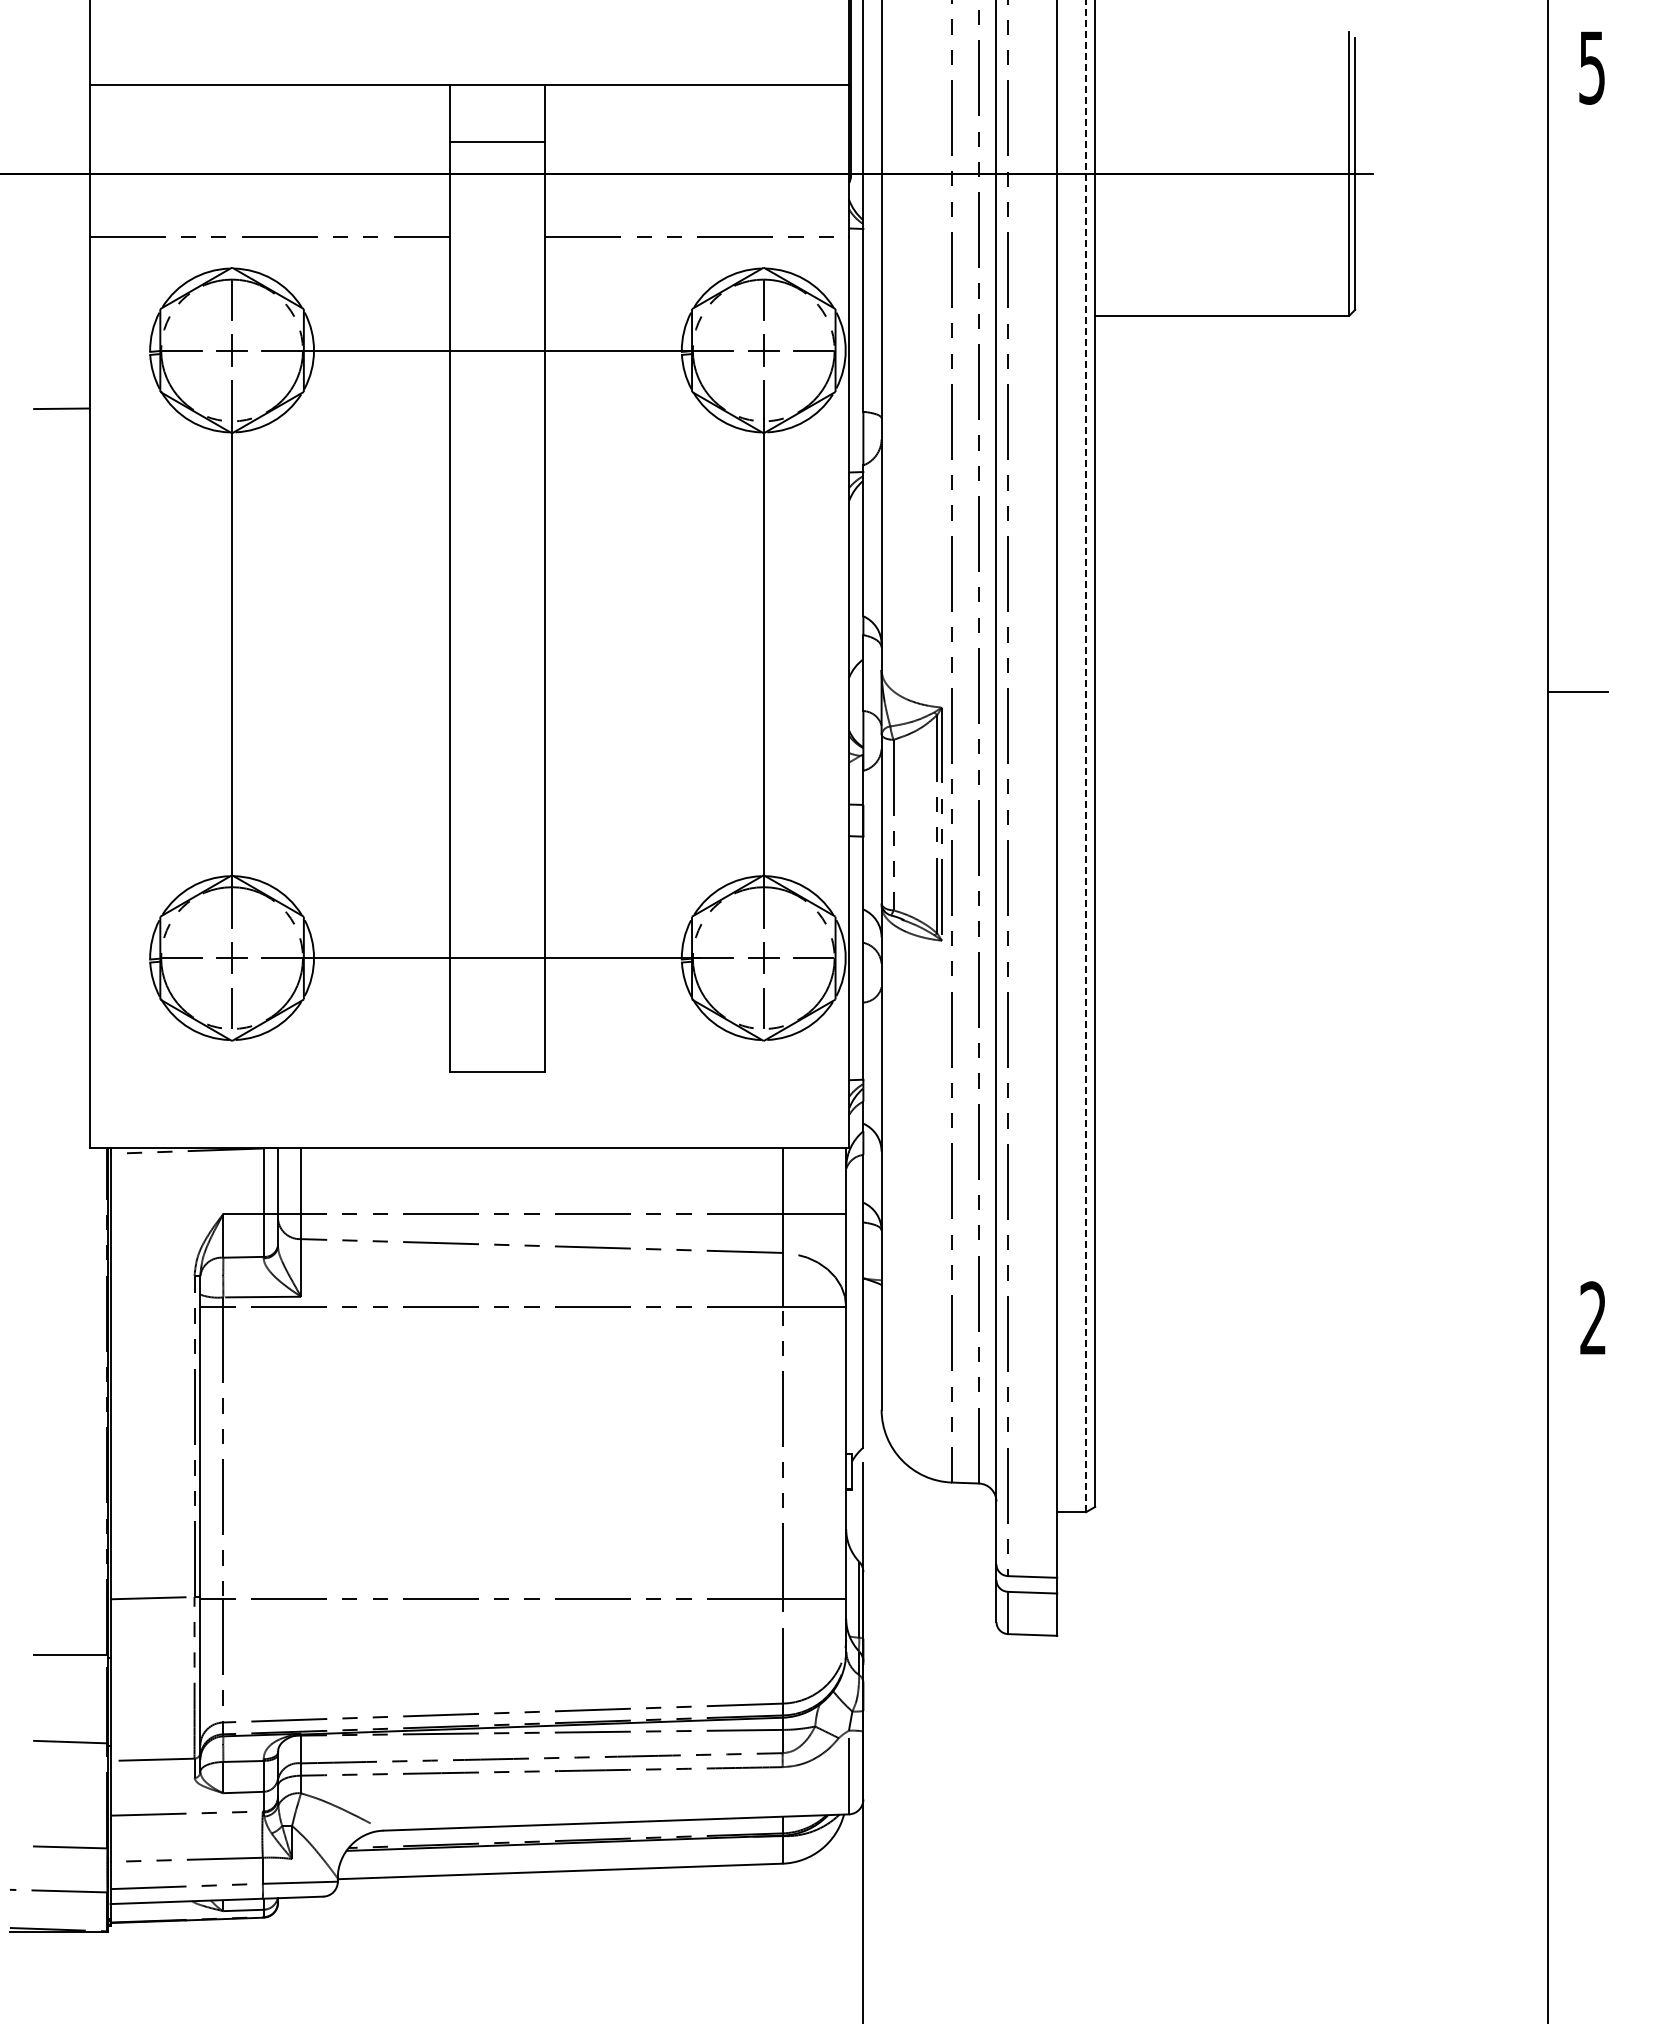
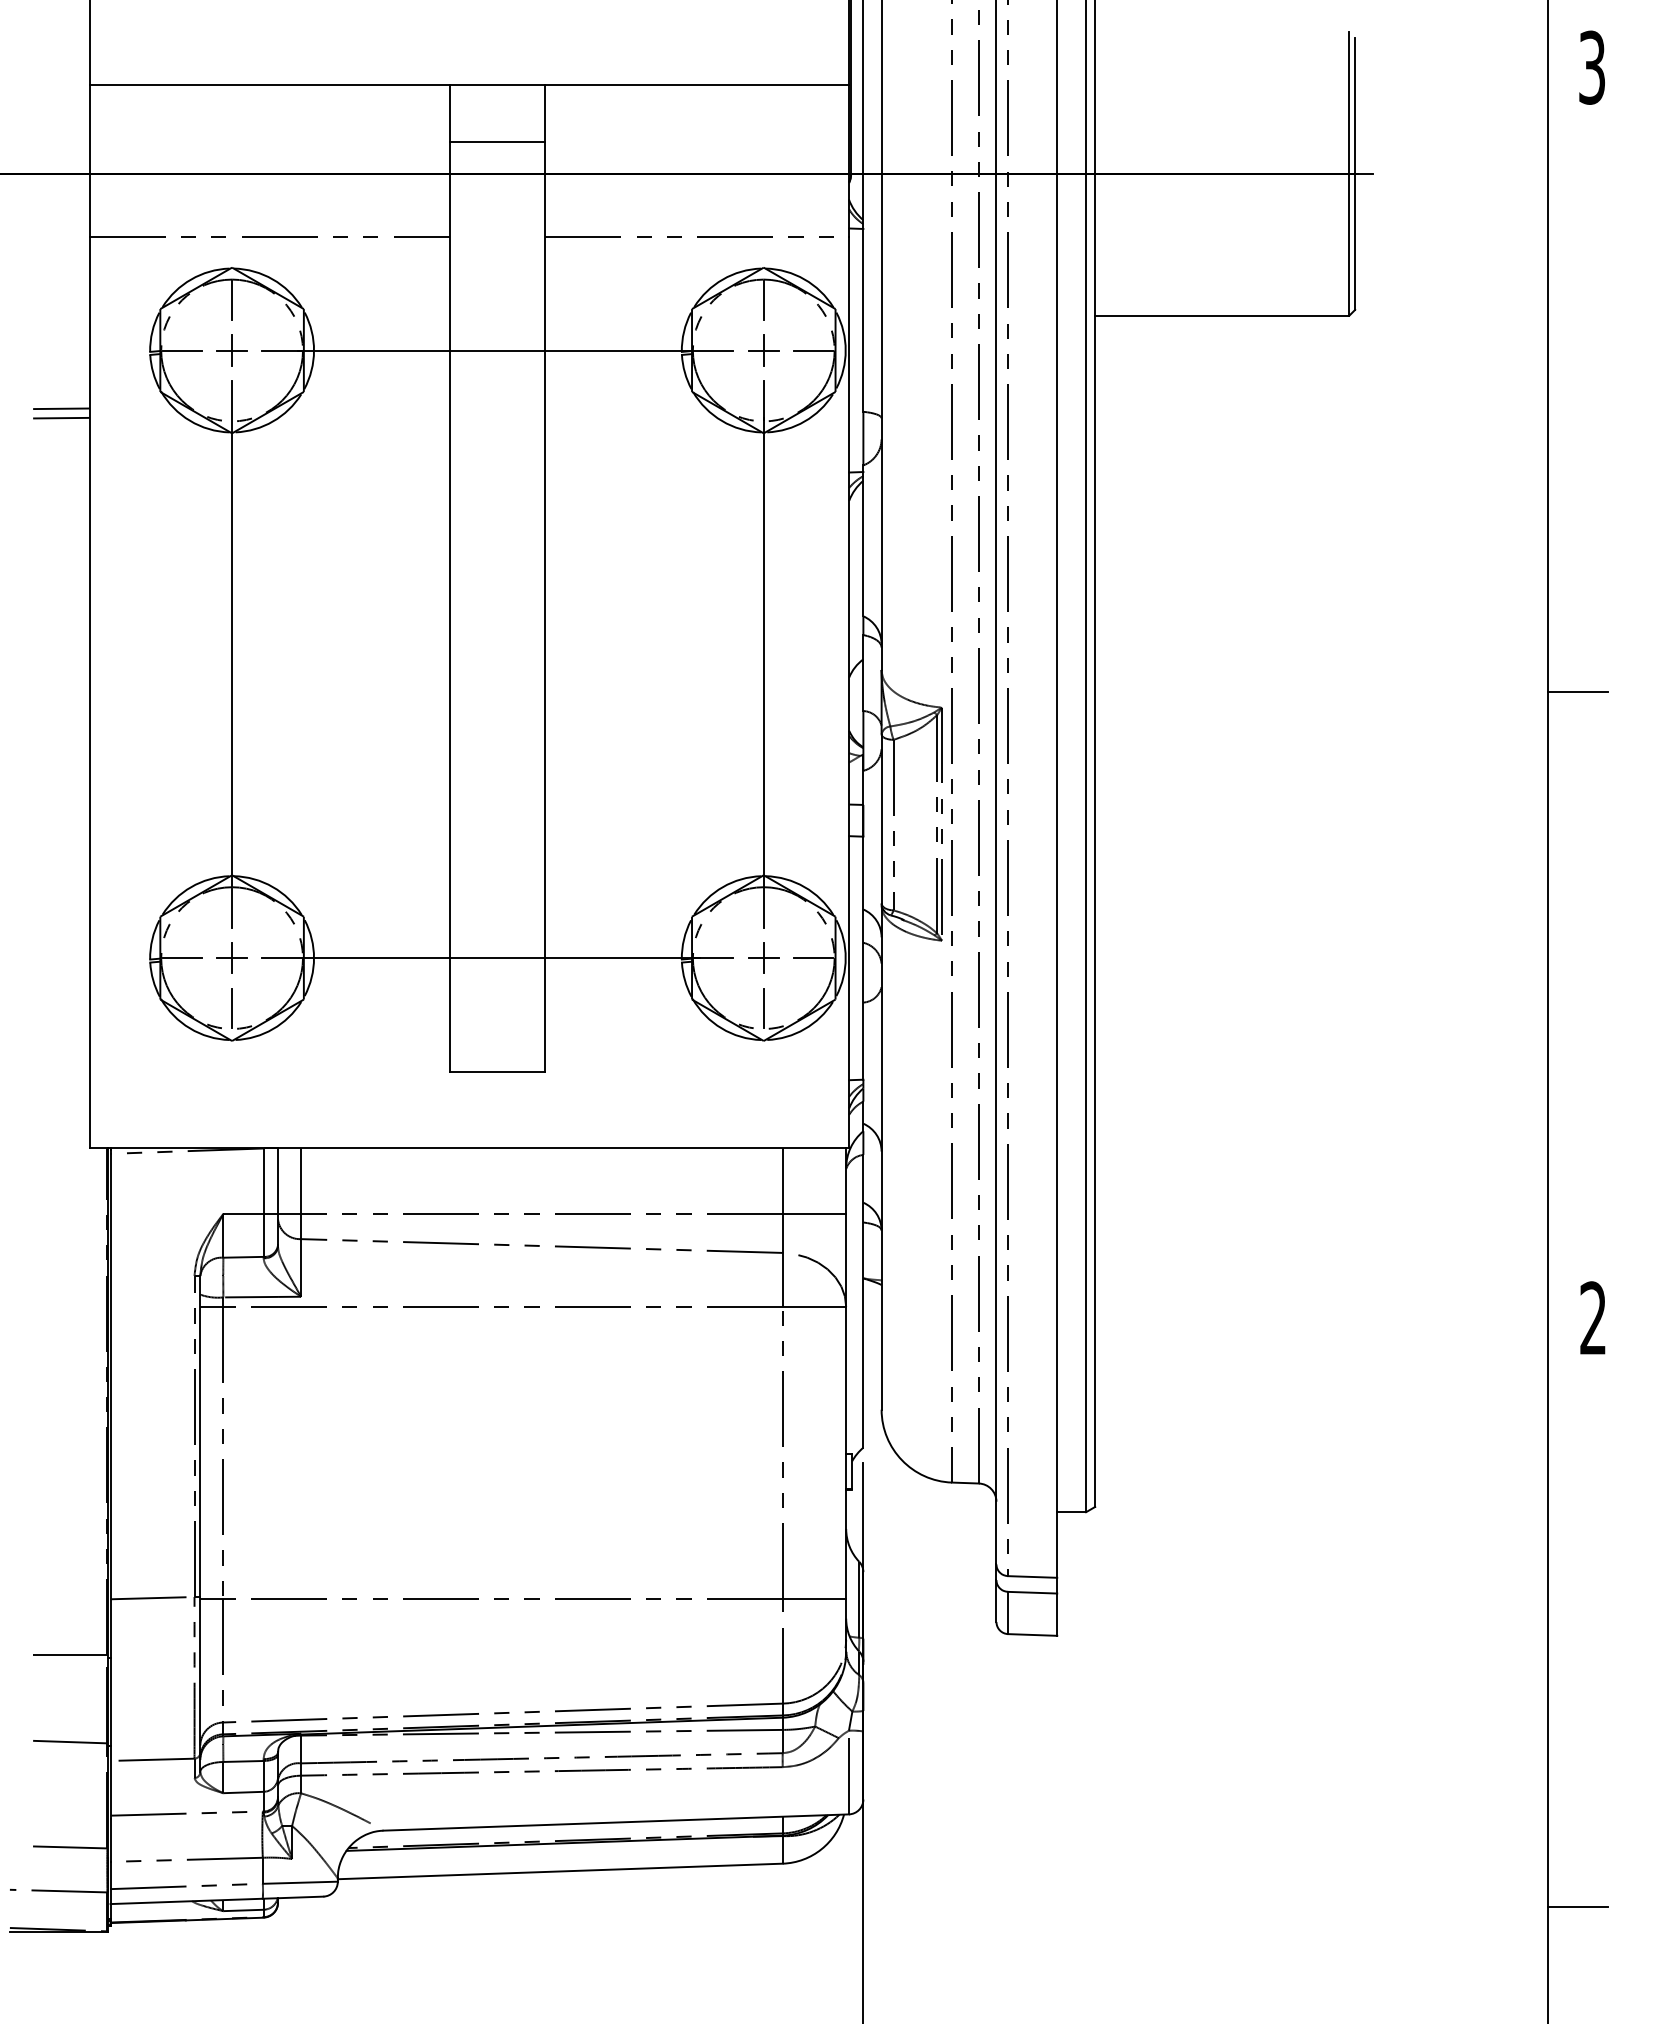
text at (1591, 67): 5 -> 3
line at (61, 417): none -> present
line at (1086, 756): dashed -> solid
line at (1578, 1906): none -> present
